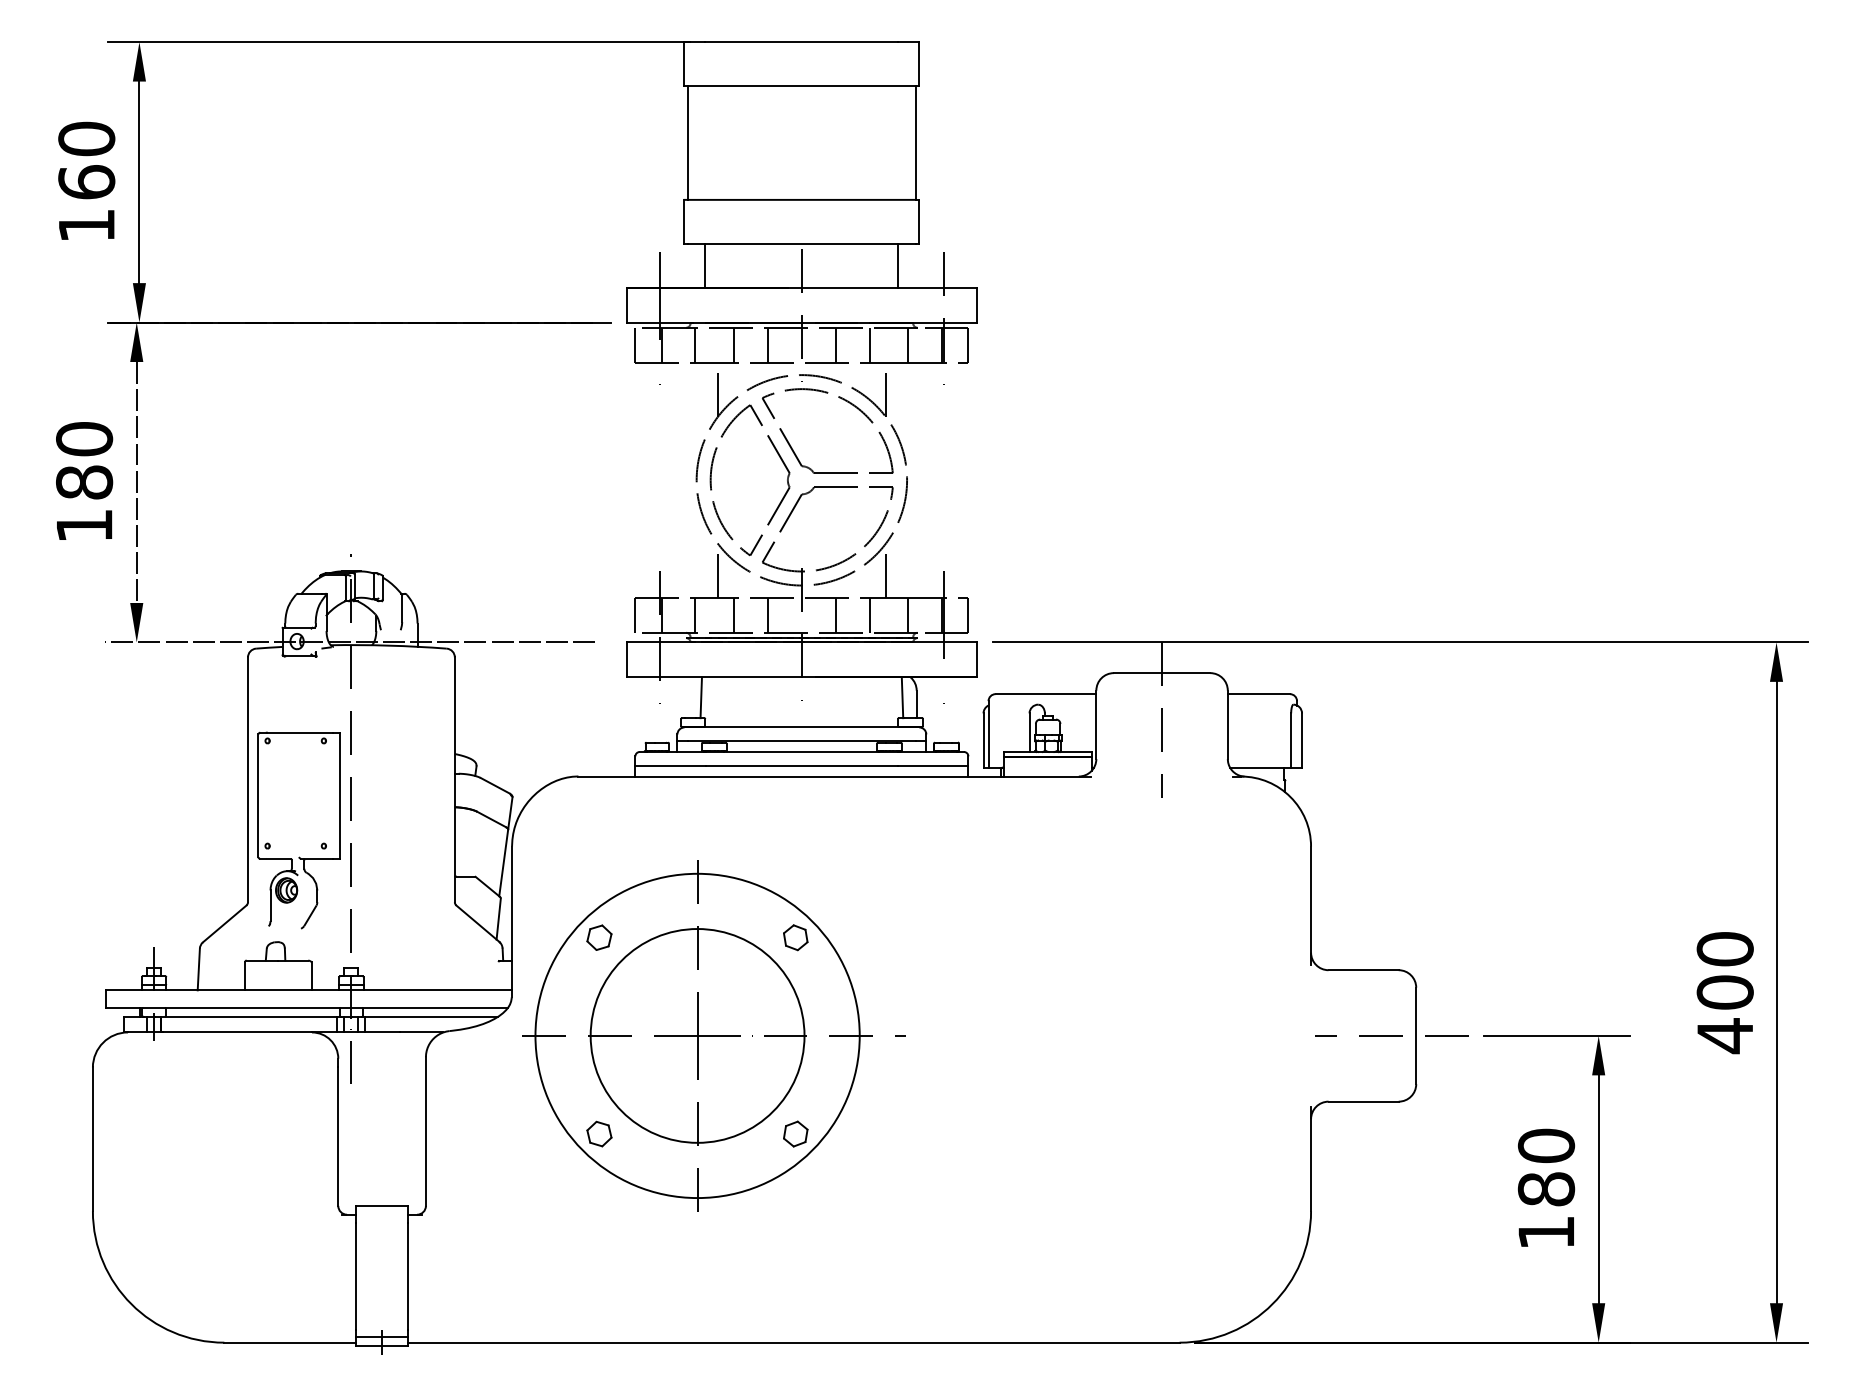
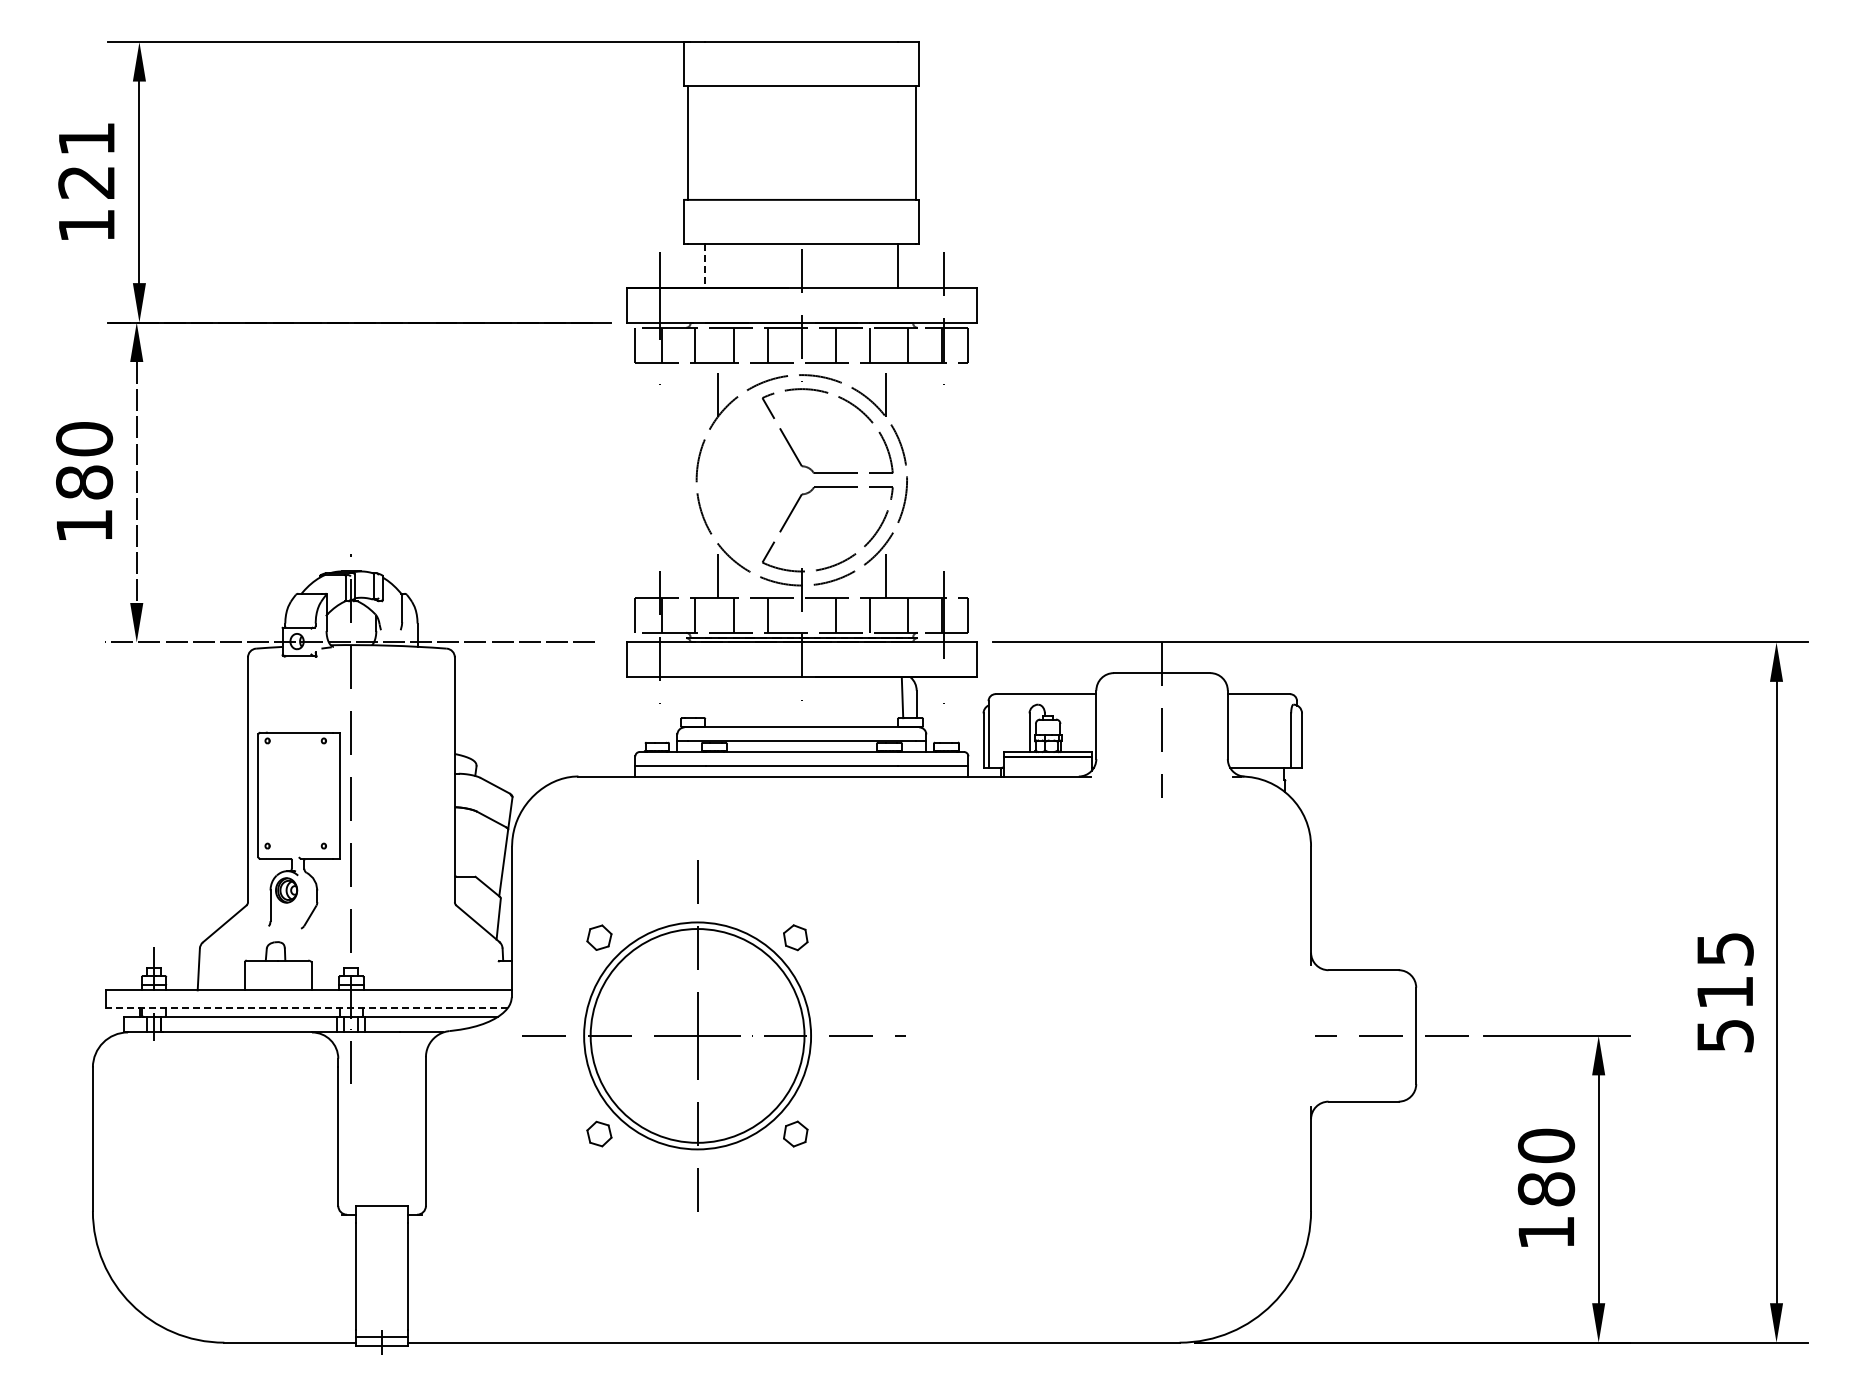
text at (86, 160): 160 -> 121
line at (705, 265): solid -> dashed
part at (782, 497): present -> none
line at (700, 697): present -> none
text at (1724, 993): 400 -> 515
line at (306, 1007): solid -> dashed
circle at (697, 1035) diameter: 324 px -> 227 px
